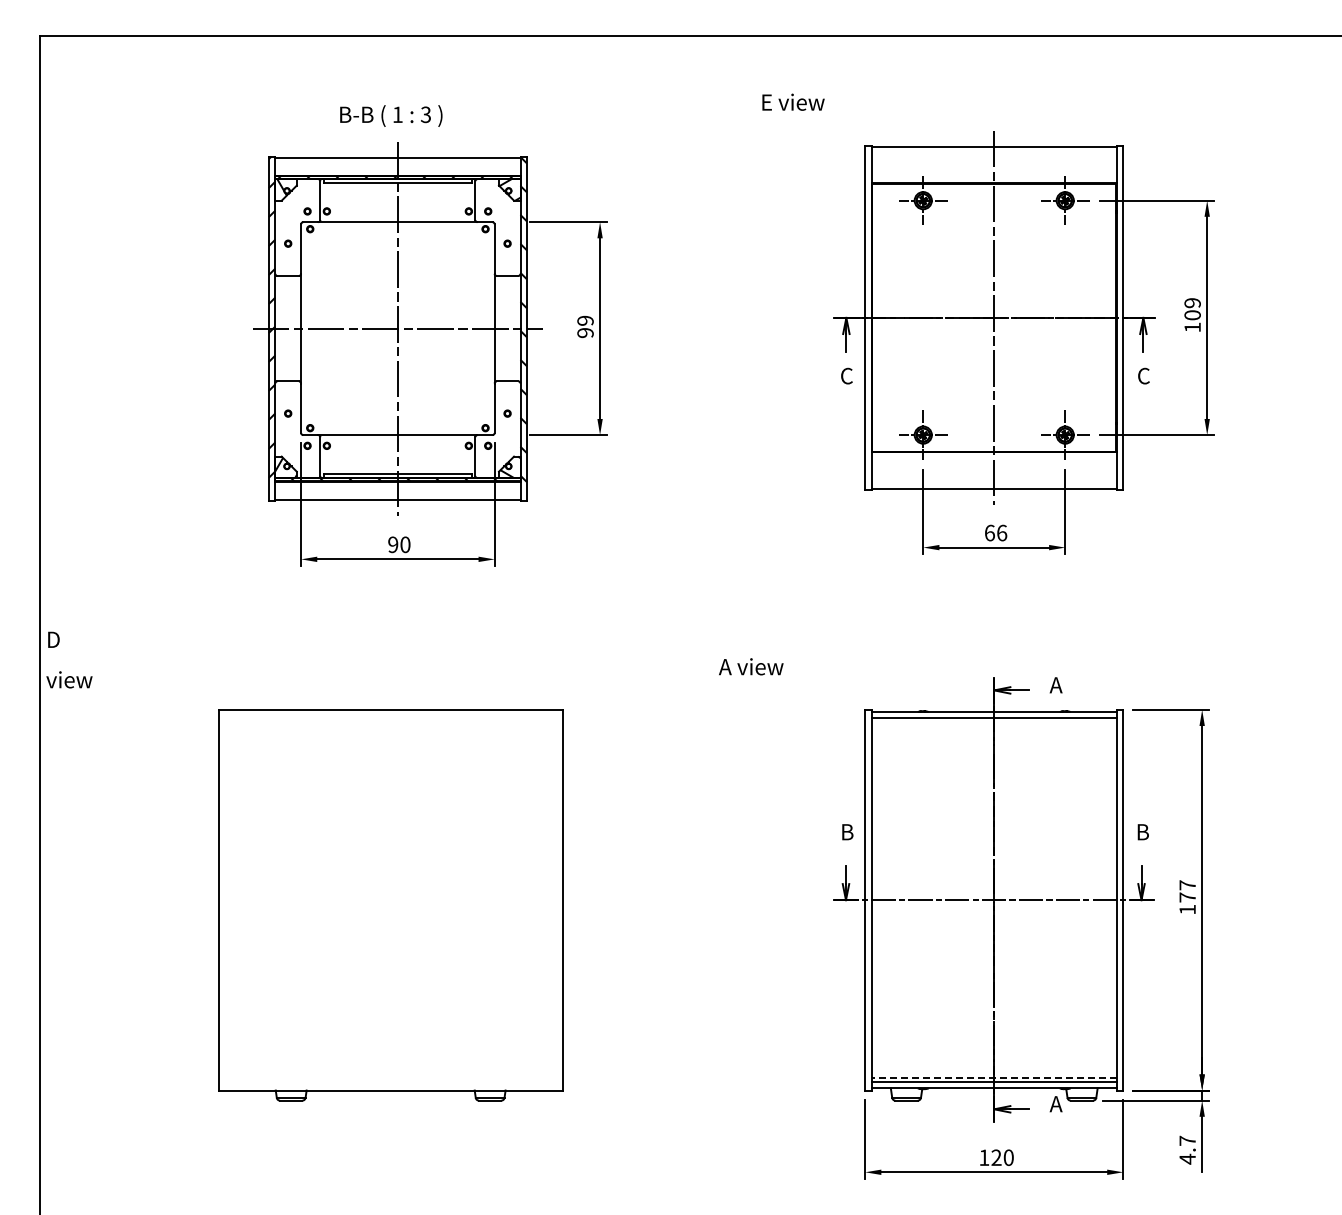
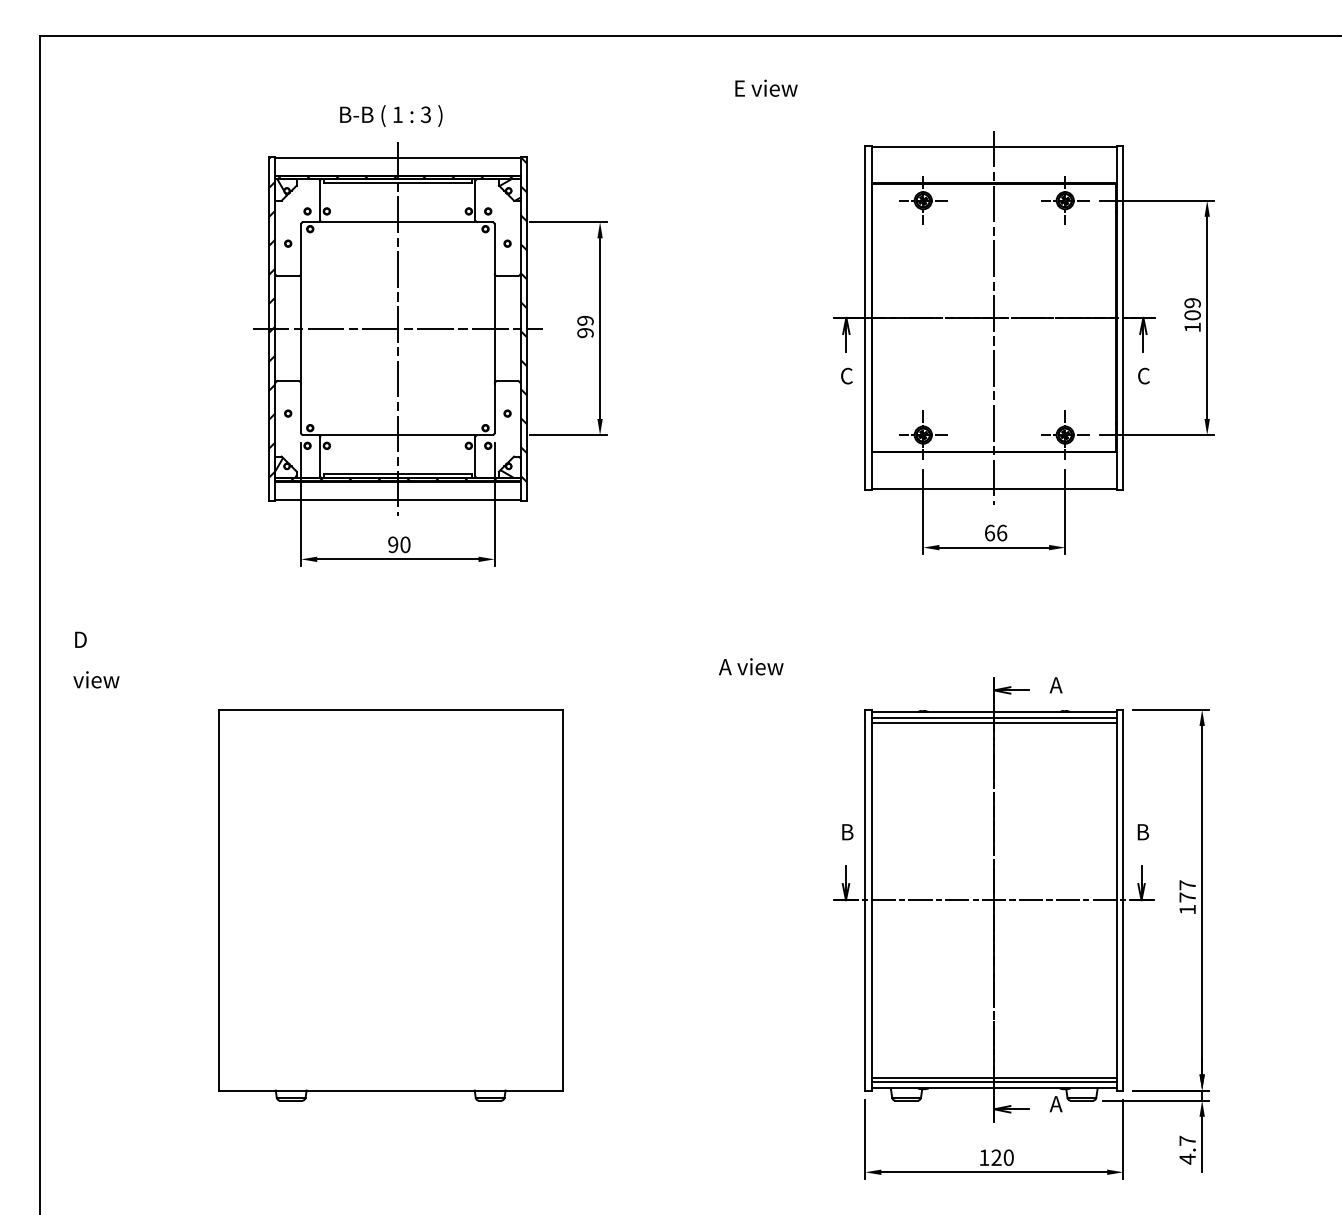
text at (793, 101) position: (793, 101) -> (766, 87)
text at (69, 659) position: (69, 659) -> (96, 659)
line at (993, 722): none -> present
line at (994, 1077): dashed -> solid
